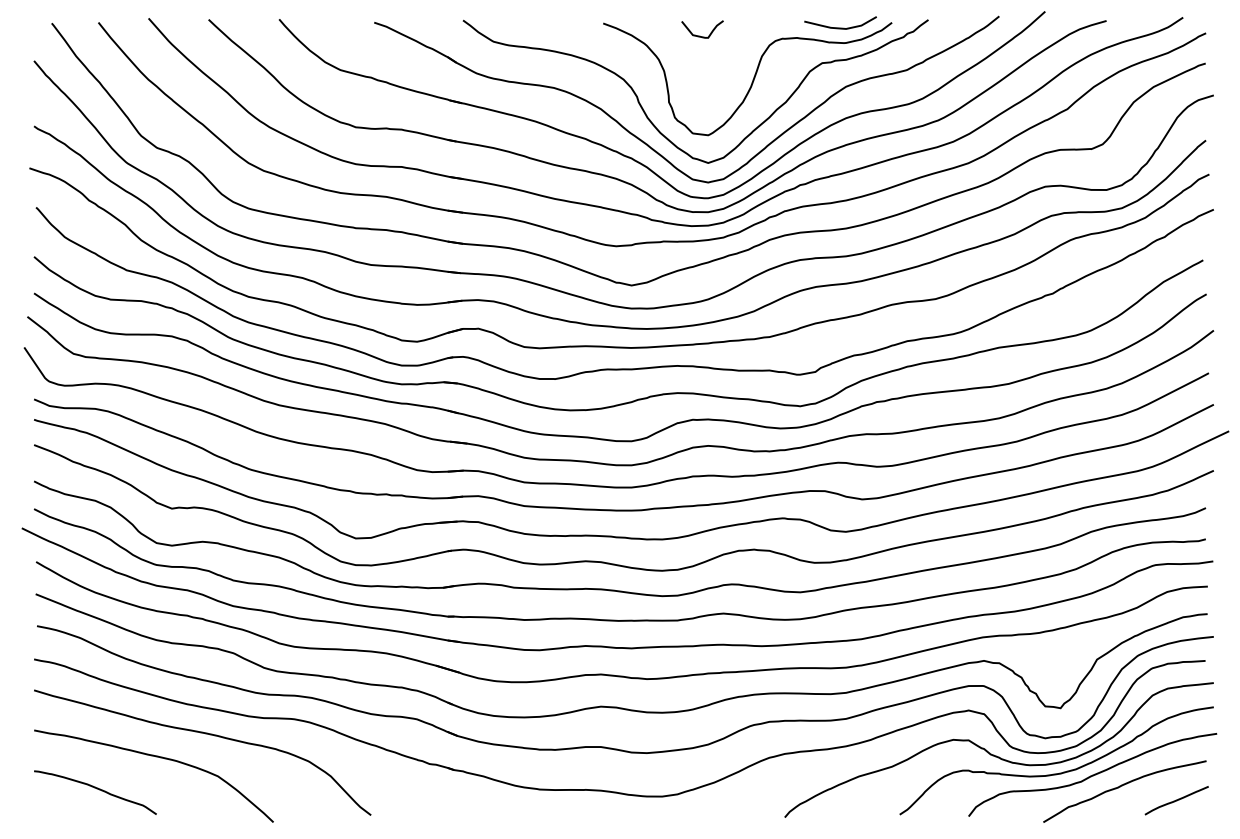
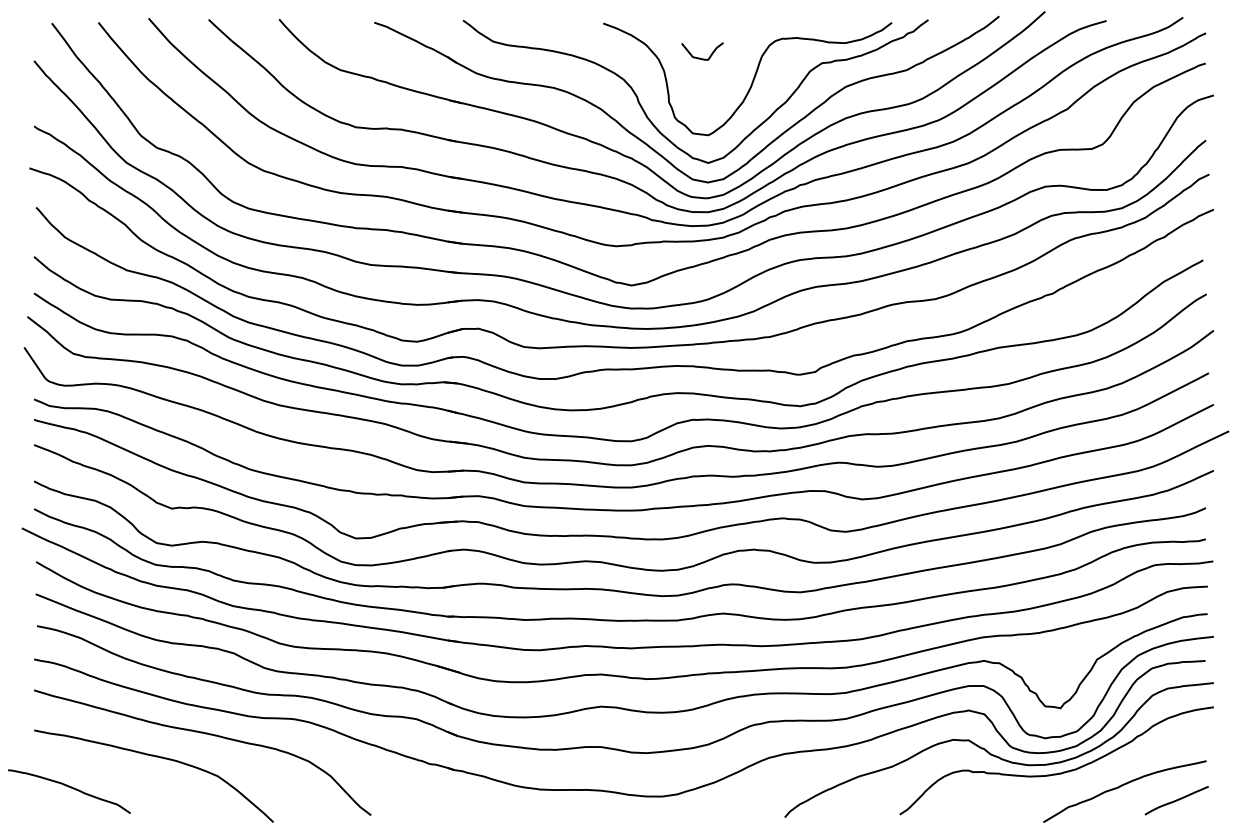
curve at (840, 27): present -> none
curve at (700, 35) position: (700, 35) -> (700, 57)
curve at (1092, 774): present -> none
curve at (96, 789) position: (96, 789) -> (70, 788)
